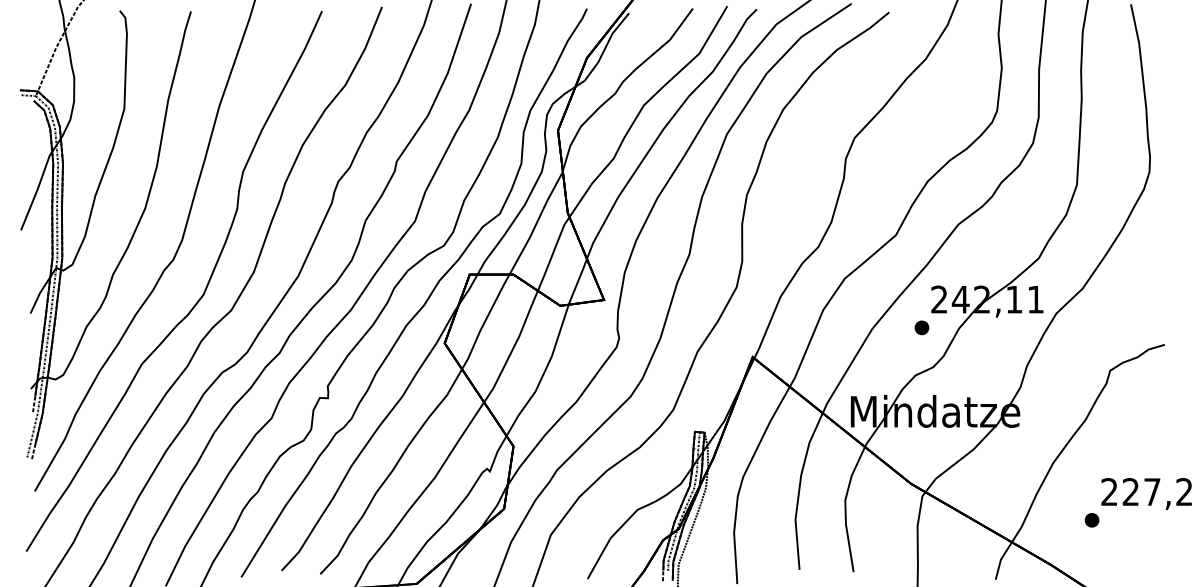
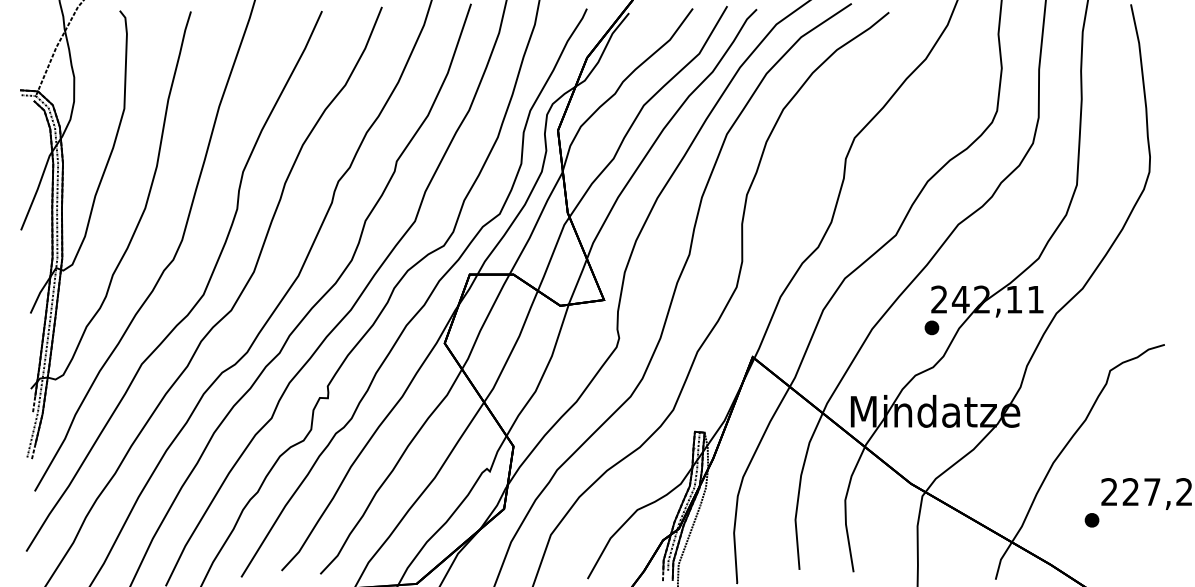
part at (921, 327) position: (921, 327) -> (931, 327)
